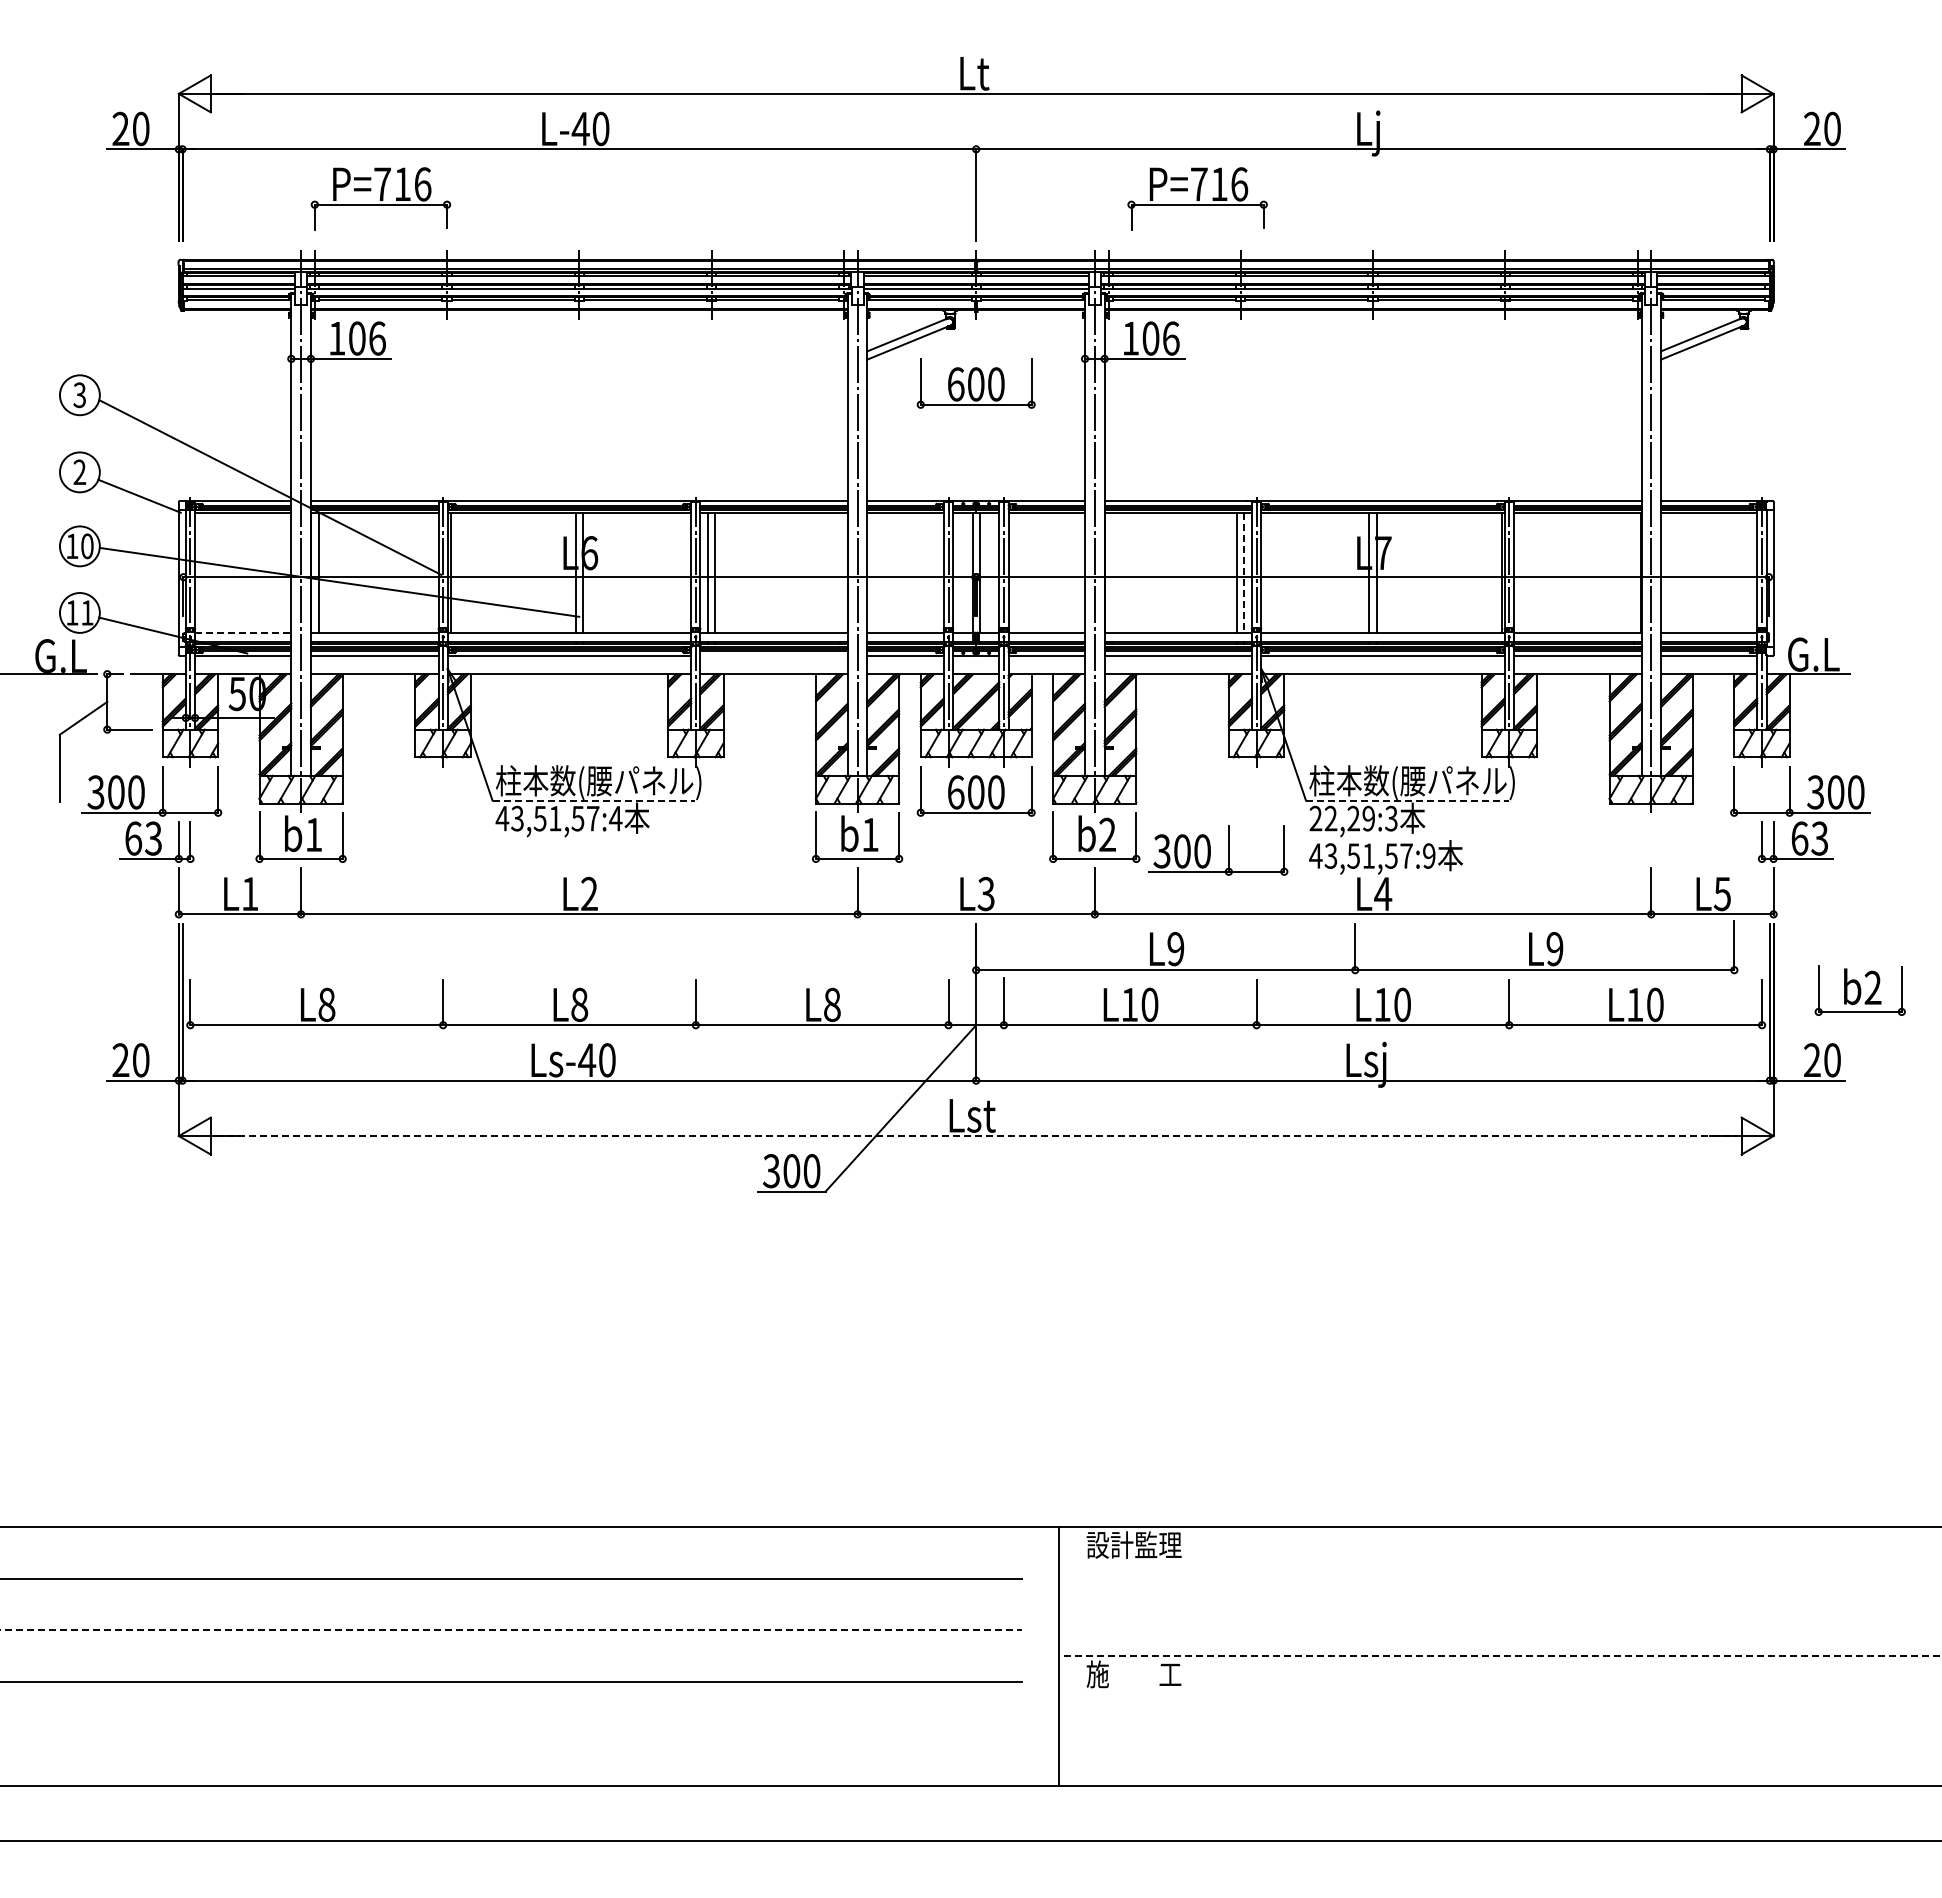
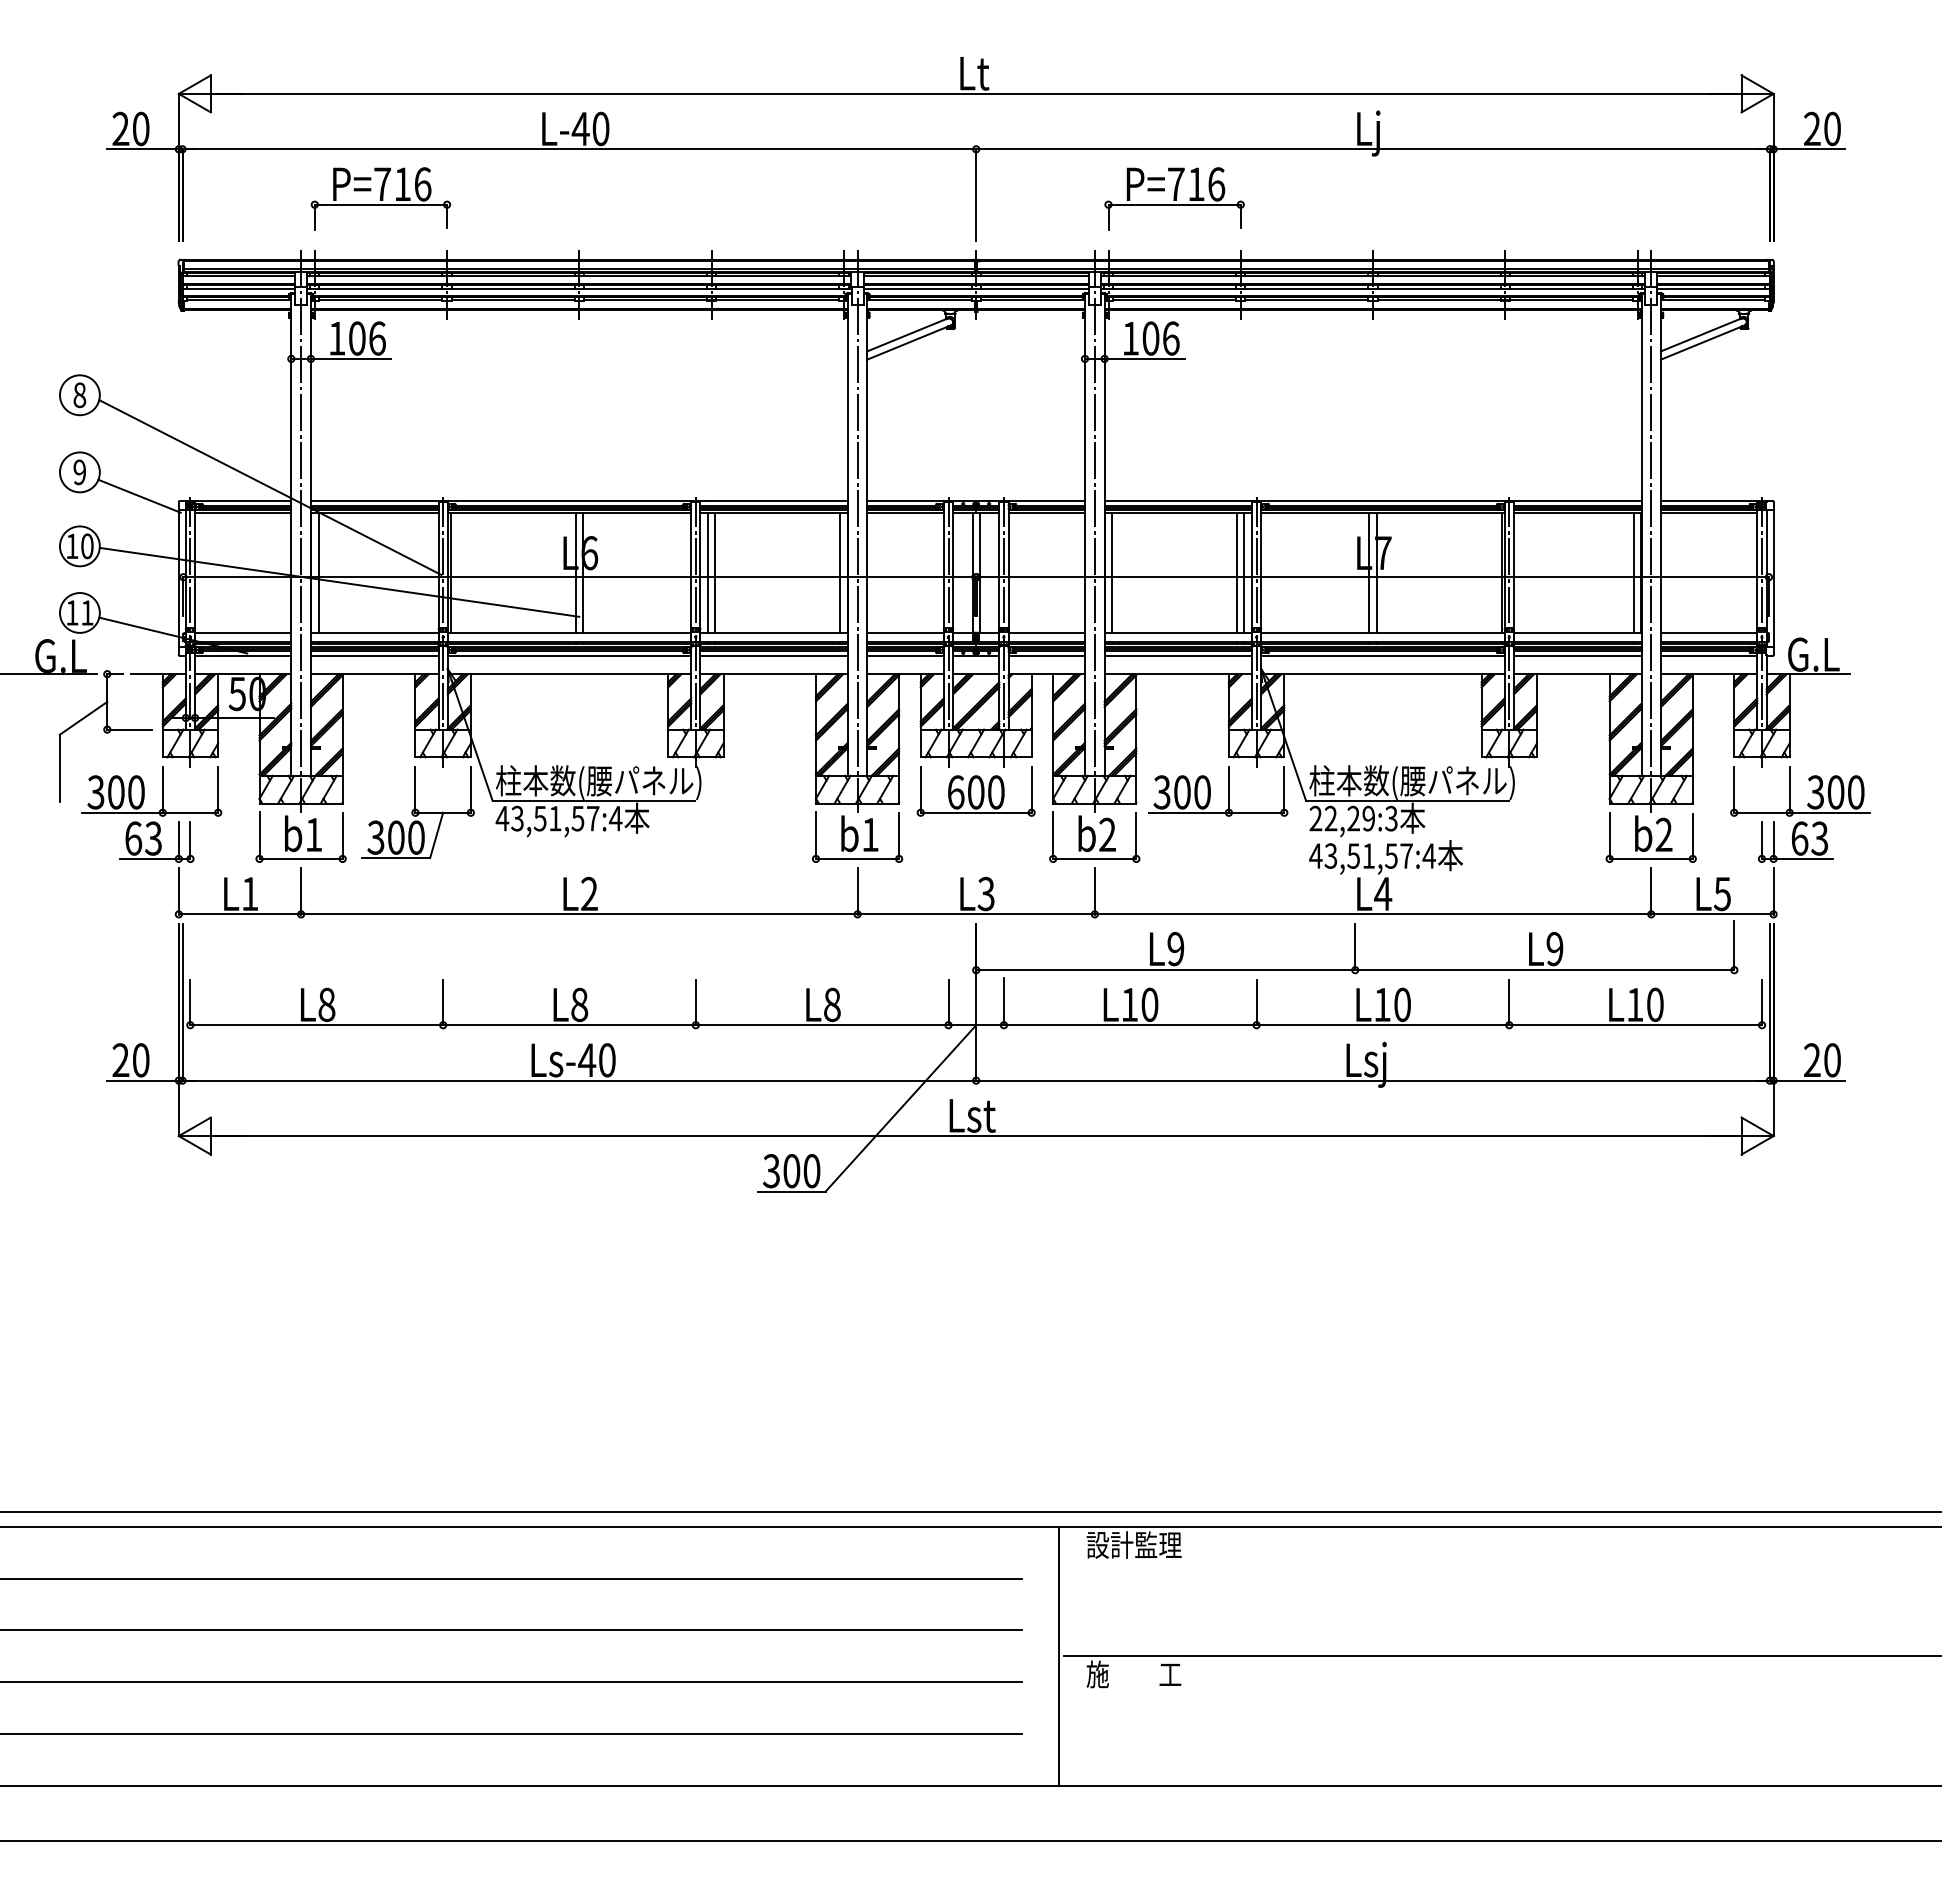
part at (1197, 198) position: (1197, 198) -> (1174, 198)
part at (975, 383): present -> none
text at (79, 394): 3 -> 8
text at (79, 472): 2 -> 9
line at (840, 572): none -> present
line at (1112, 572): none -> present
line at (1244, 572): dashed -> solid
line at (1633, 572): none -> present
line at (243, 632): dashed -> solid
line at (773, 655): none -> present
line at (594, 800): dashed -> solid
line at (1407, 800): dashed -> solid
part at (417, 812): none -> present
part at (1210, 850) position: (1210, 850) -> (1210, 791)
text at (1428, 855): 43,51,57:9 -> 43,51,57:4
part at (1859, 990) position: (1859, 990) -> (1650, 837)
line at (976, 1136): dashed -> solid
line at (970, 1512): none -> present
line at (510, 1630): dashed -> solid
line at (1502, 1656): dashed -> solid
line at (511, 1733): none -> present
